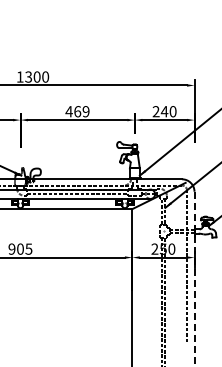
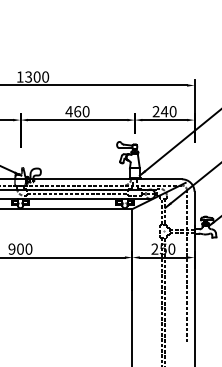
text at (85, 111): 469 -> 460
text at (28, 248): 905 -> 900
line at (194, 279): dashed -> solid
